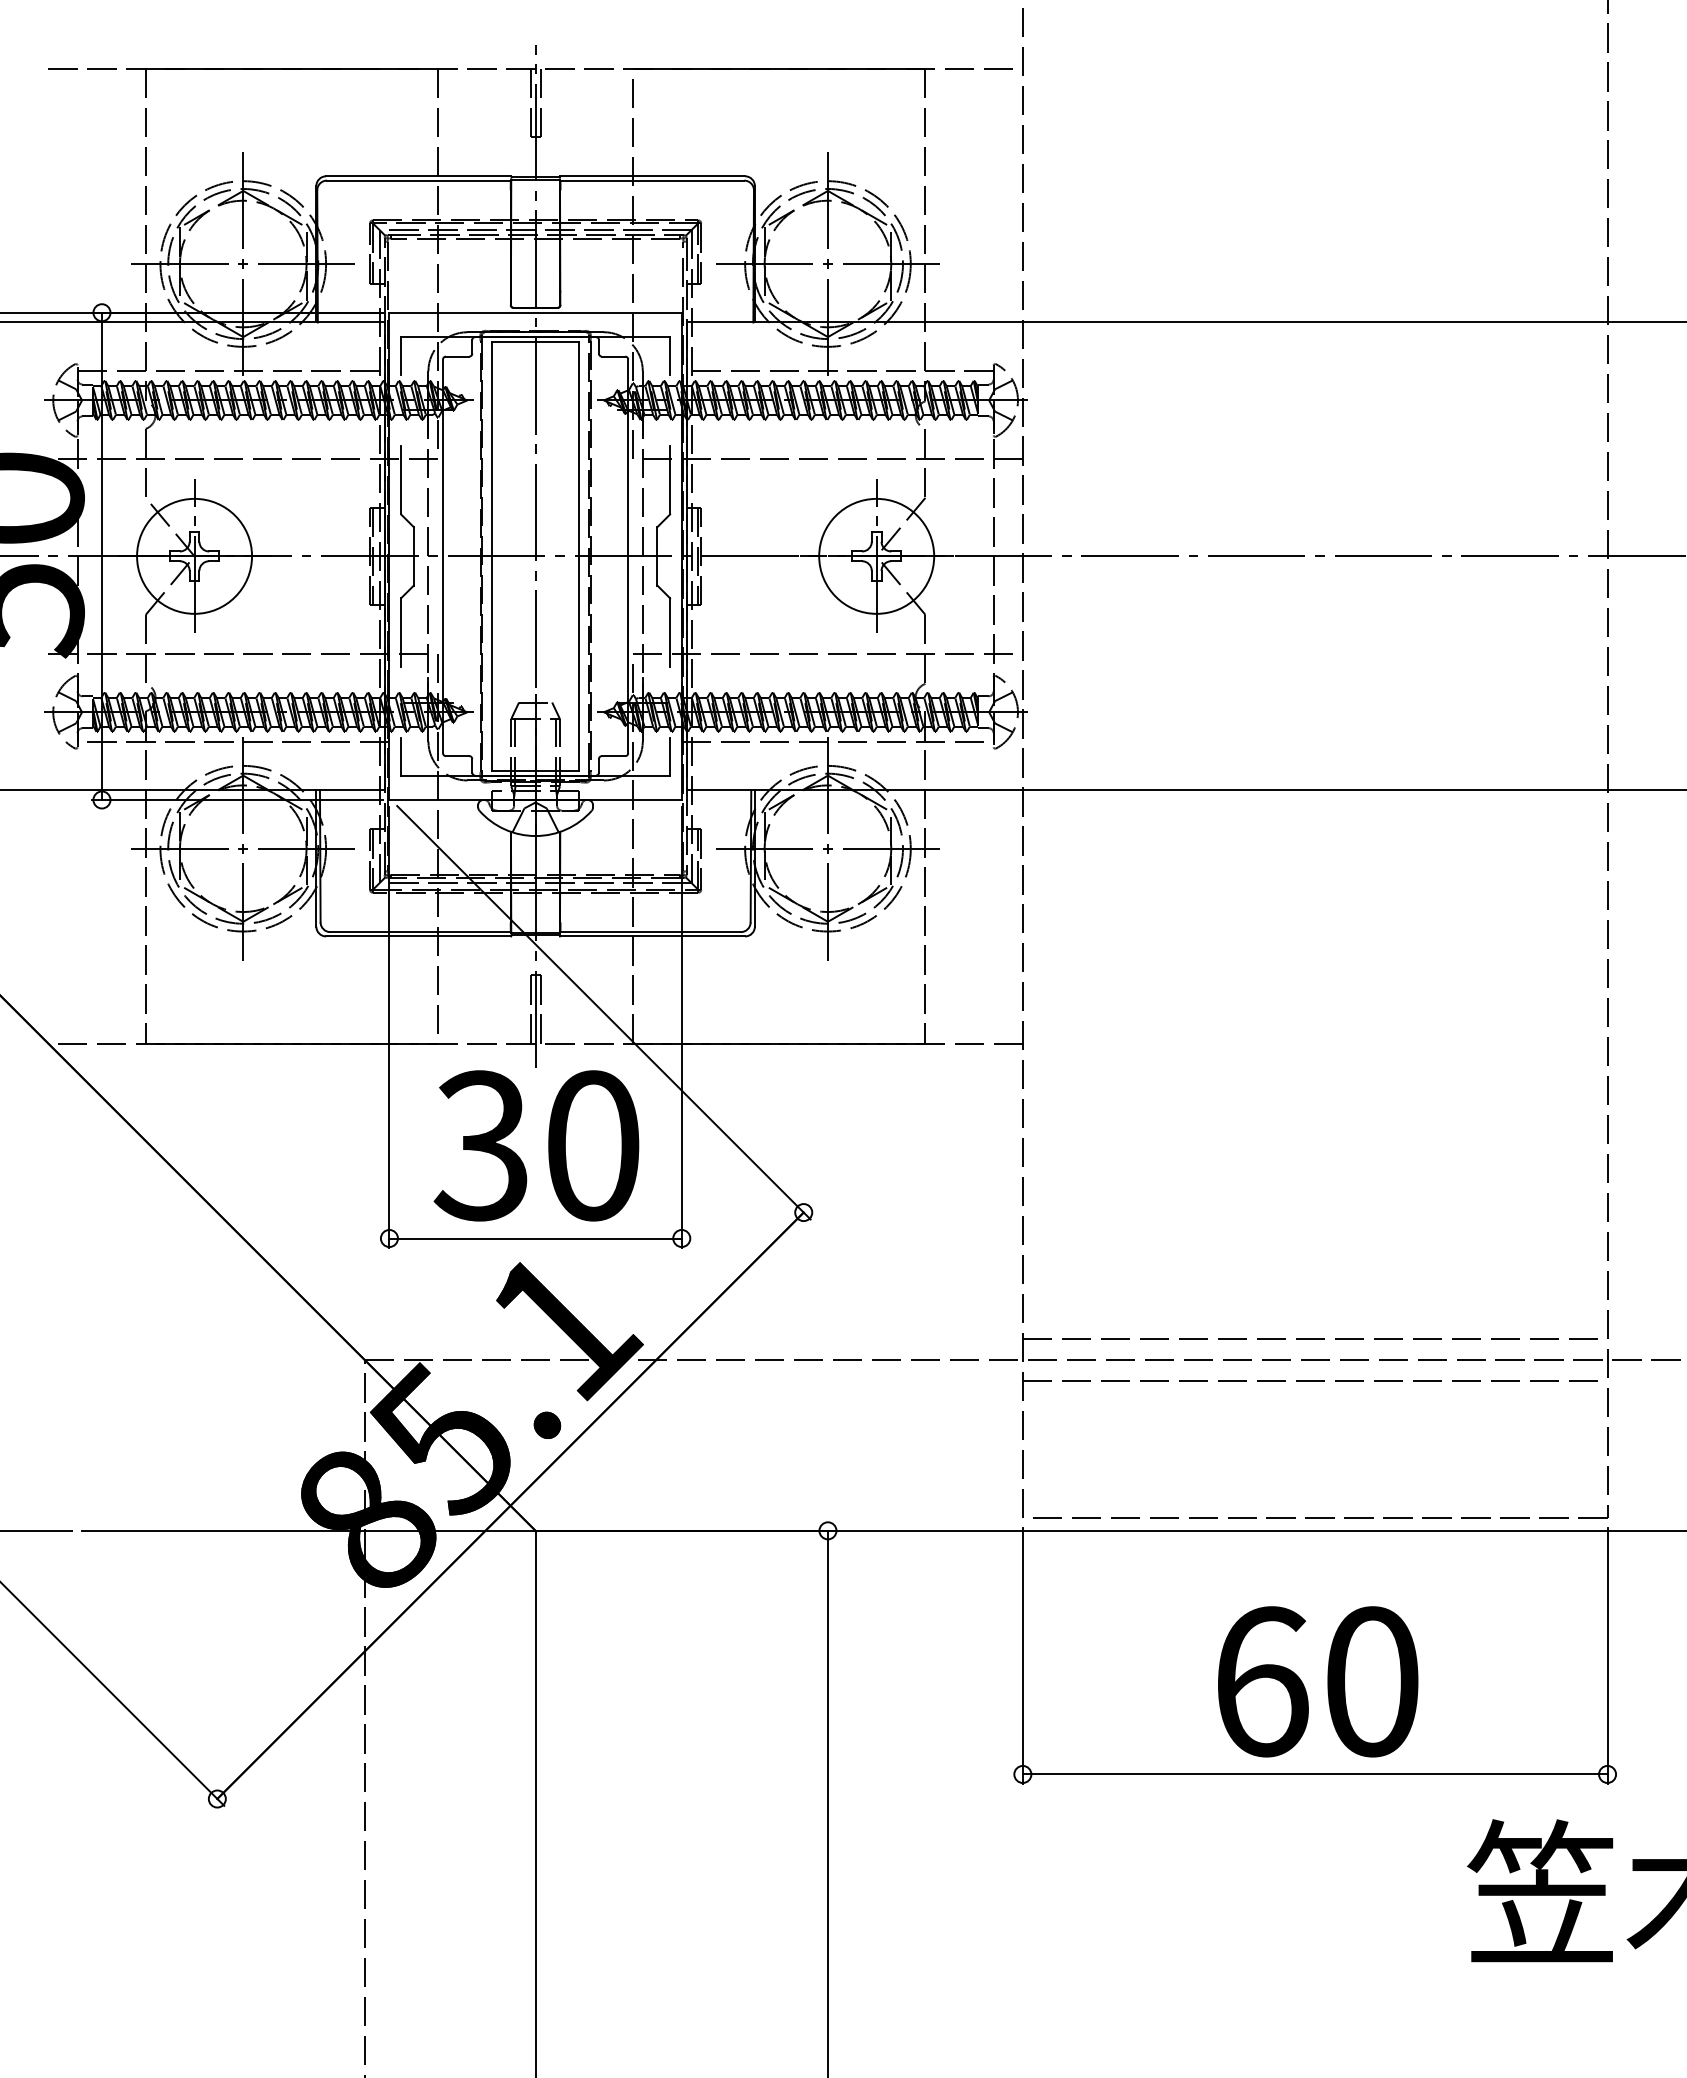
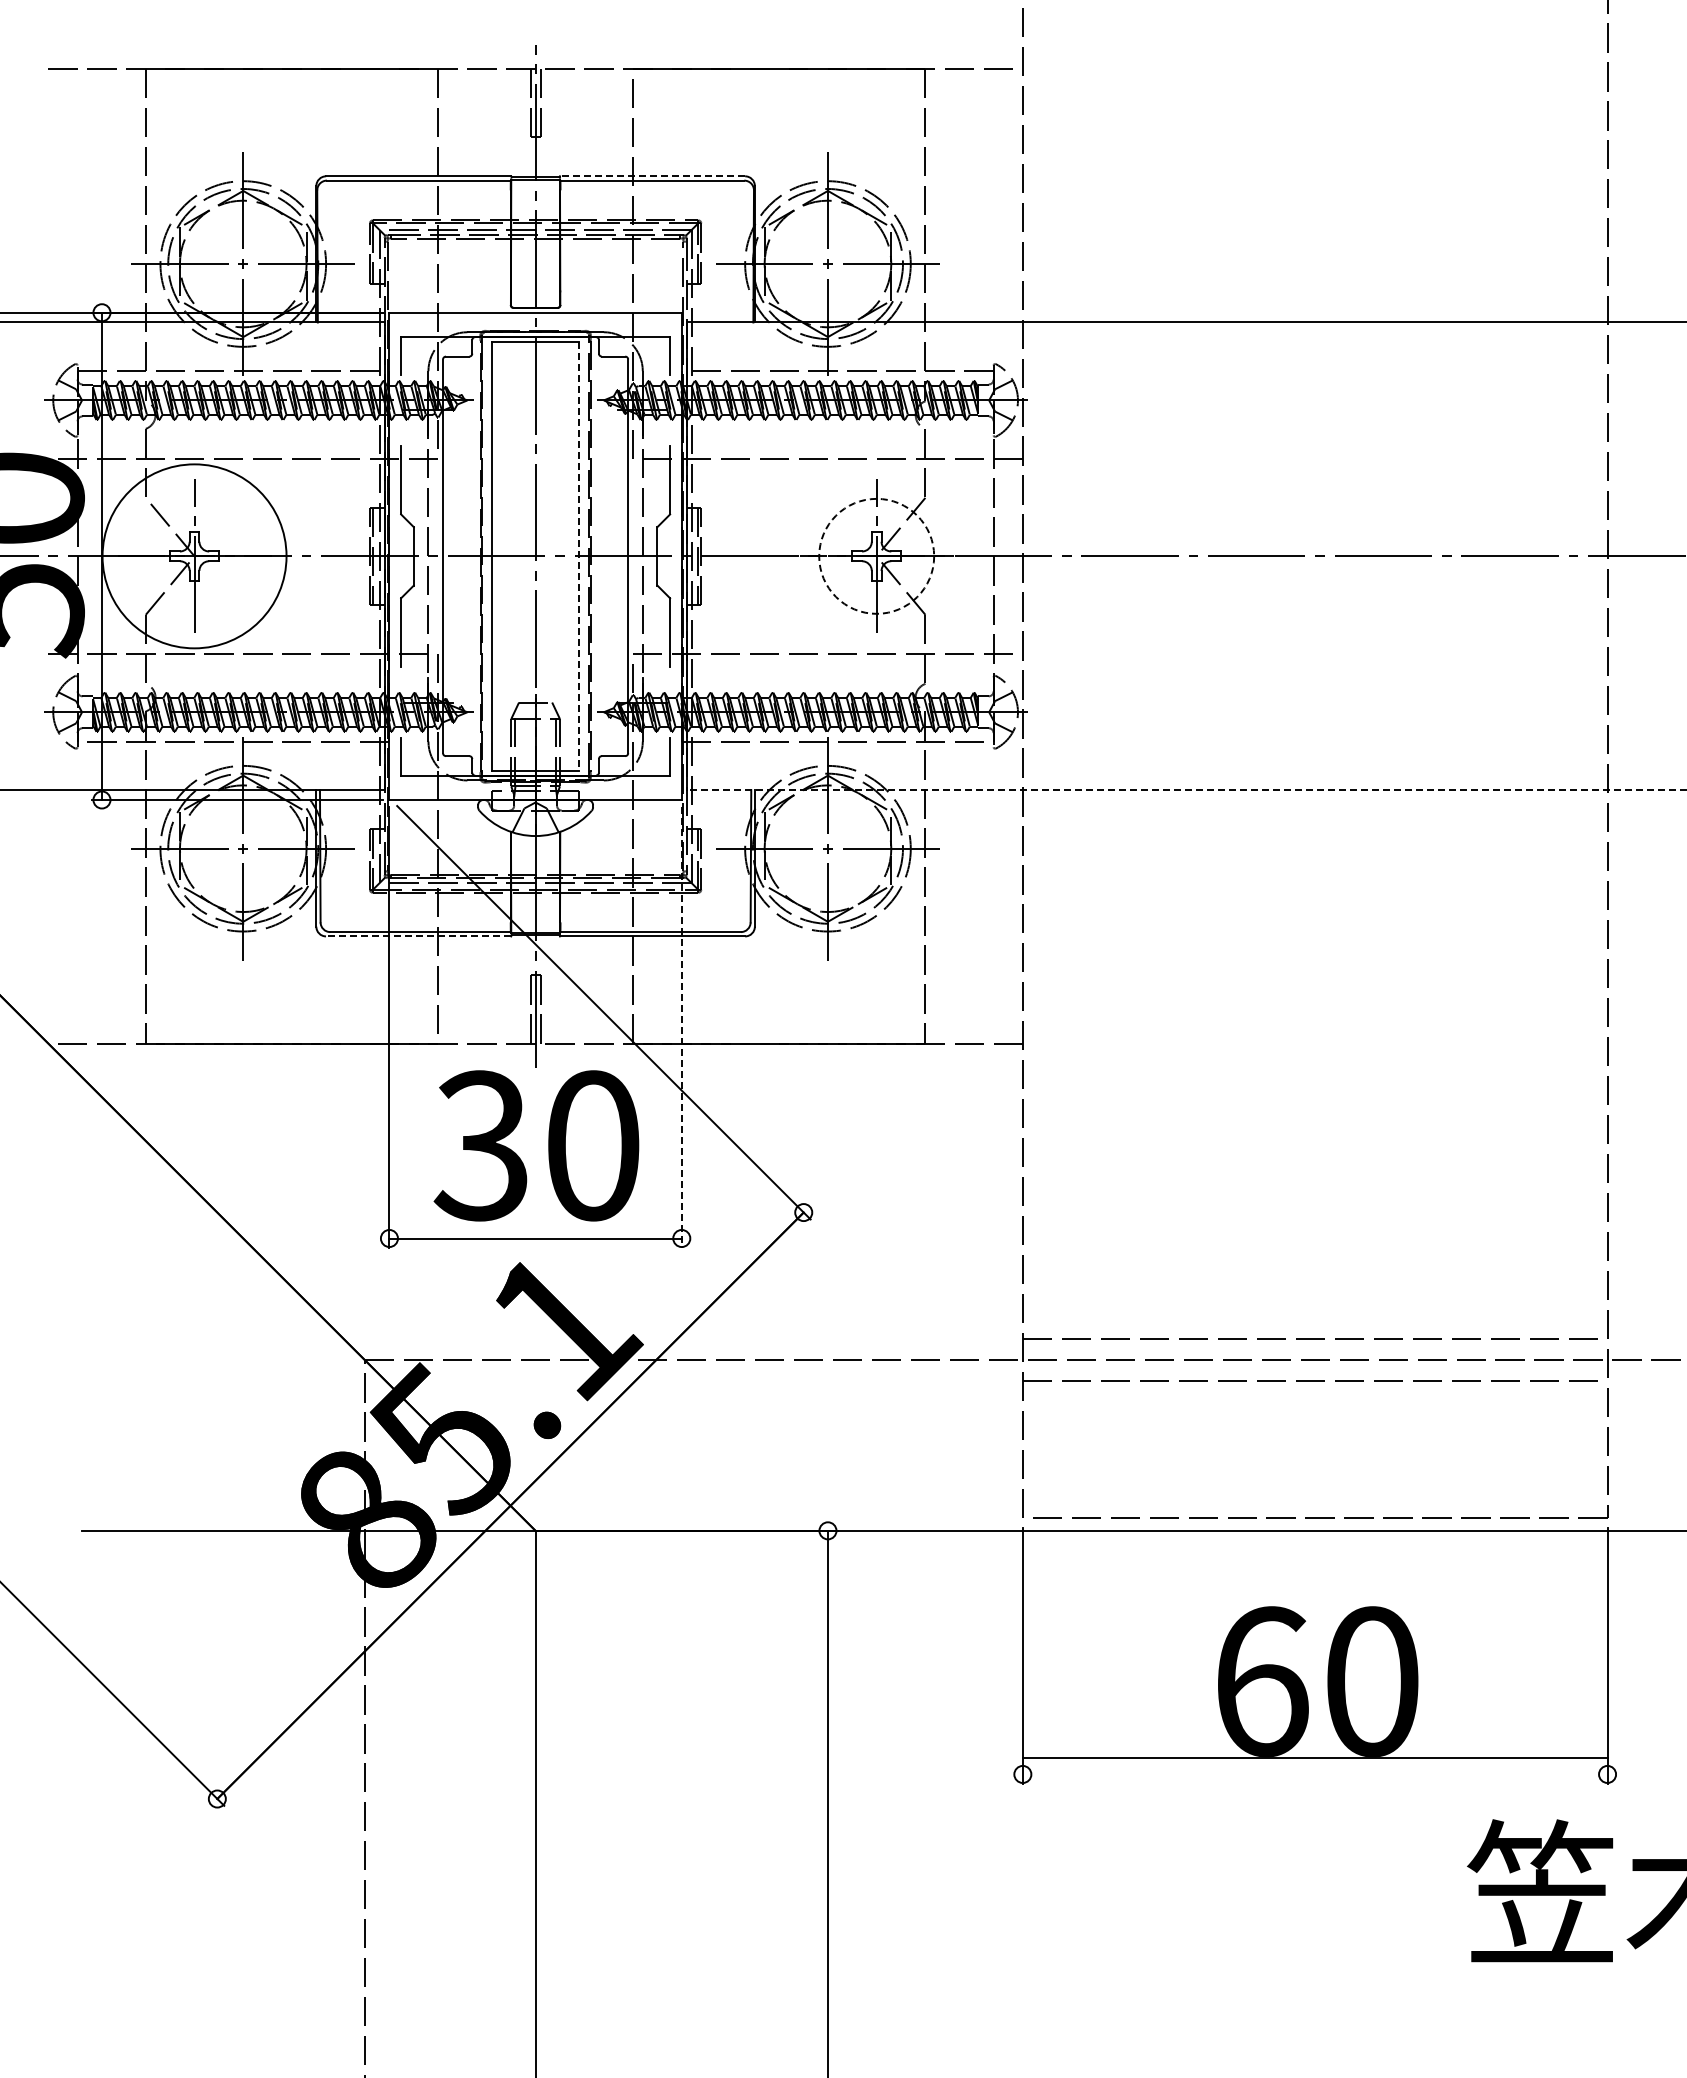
line at (652, 176): solid -> dashed
circle at (194, 555) diameter: 115 px -> 184 px
circle at (876, 555): solid -> dashed
line at (579, 556): solid -> dashed
line at (1186, 790): solid -> dashed
line at (418, 936): solid -> dashed
line at (681, 1027): solid -> dashed
line at (37, 1530): present -> none
line at (1314, 1774) position: (1314, 1774) -> (1314, 1758)
